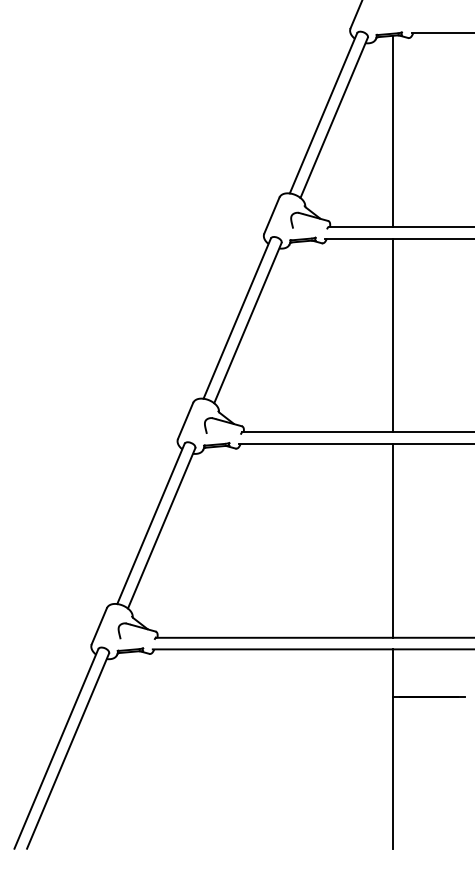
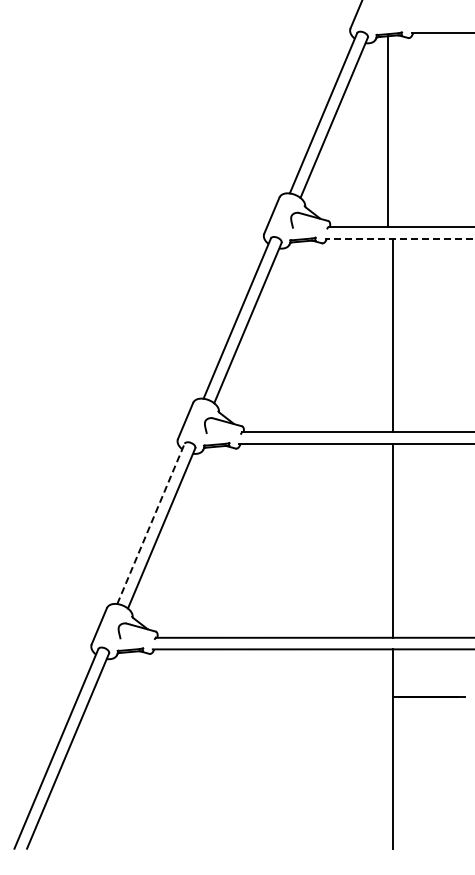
line at (392, 131) position: (392, 131) -> (387, 131)
line at (399, 238): solid -> dashed
line at (150, 523): solid -> dashed
